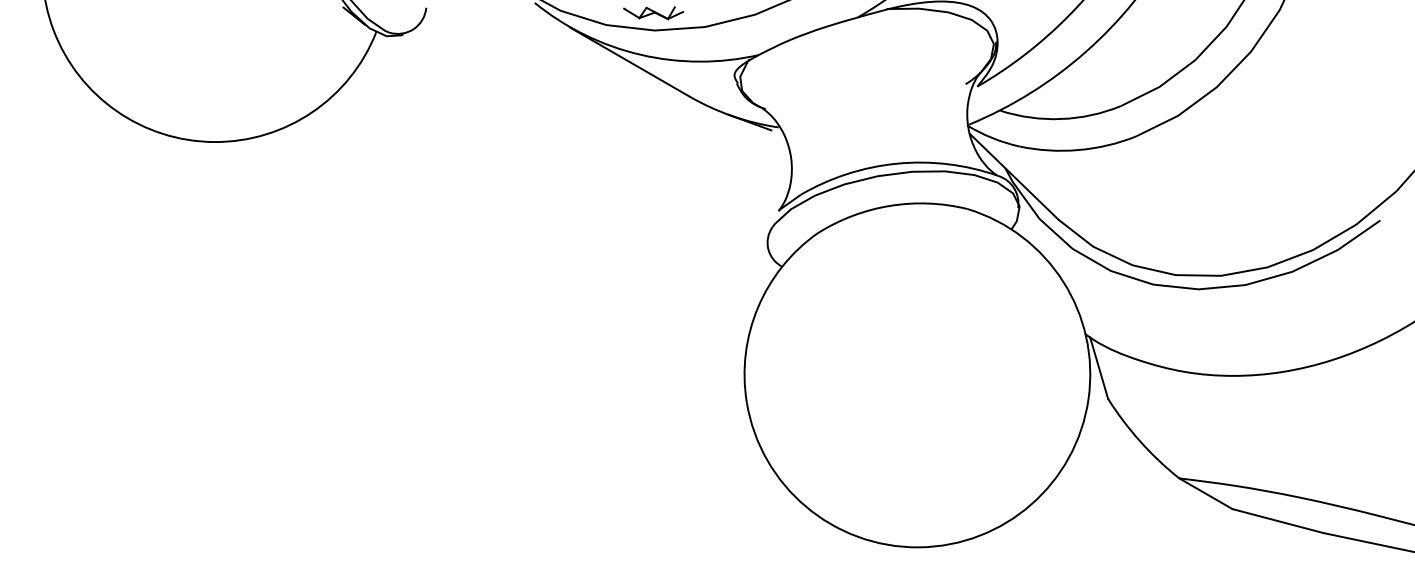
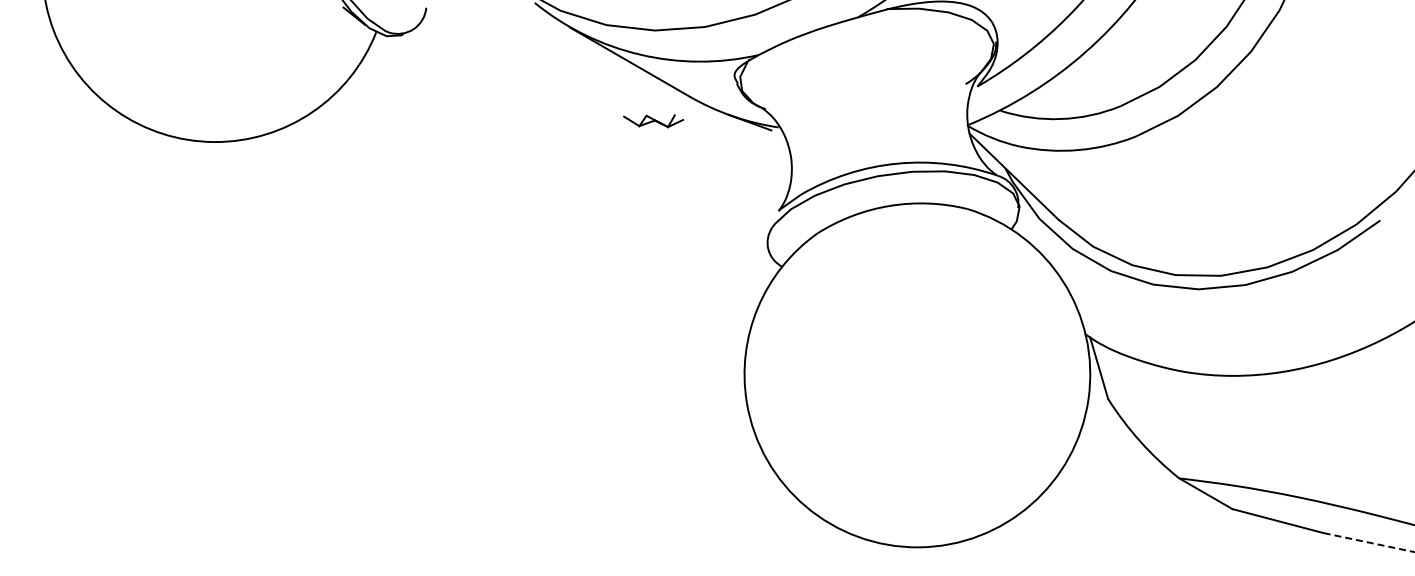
part at (653, 13) position: (653, 13) -> (653, 121)
line at (1369, 542): solid -> dashed
